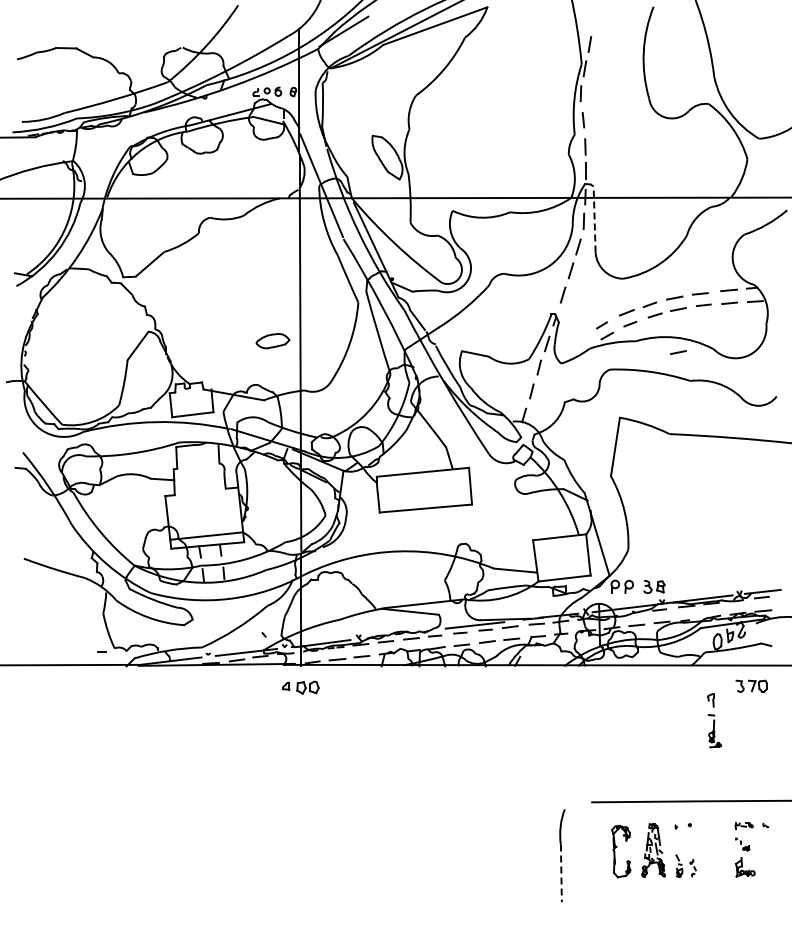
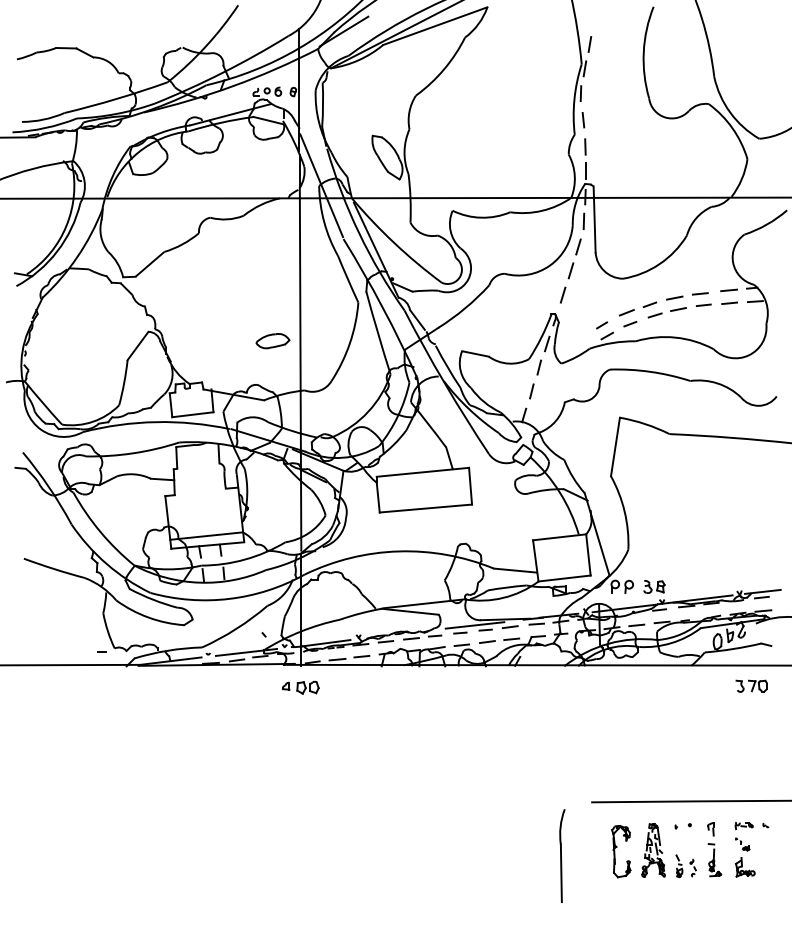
line at (594, 218): dashed -> solid
line at (678, 352): present -> none
part at (714, 720) position: (714, 720) -> (714, 849)
line at (561, 873): dashed -> solid
